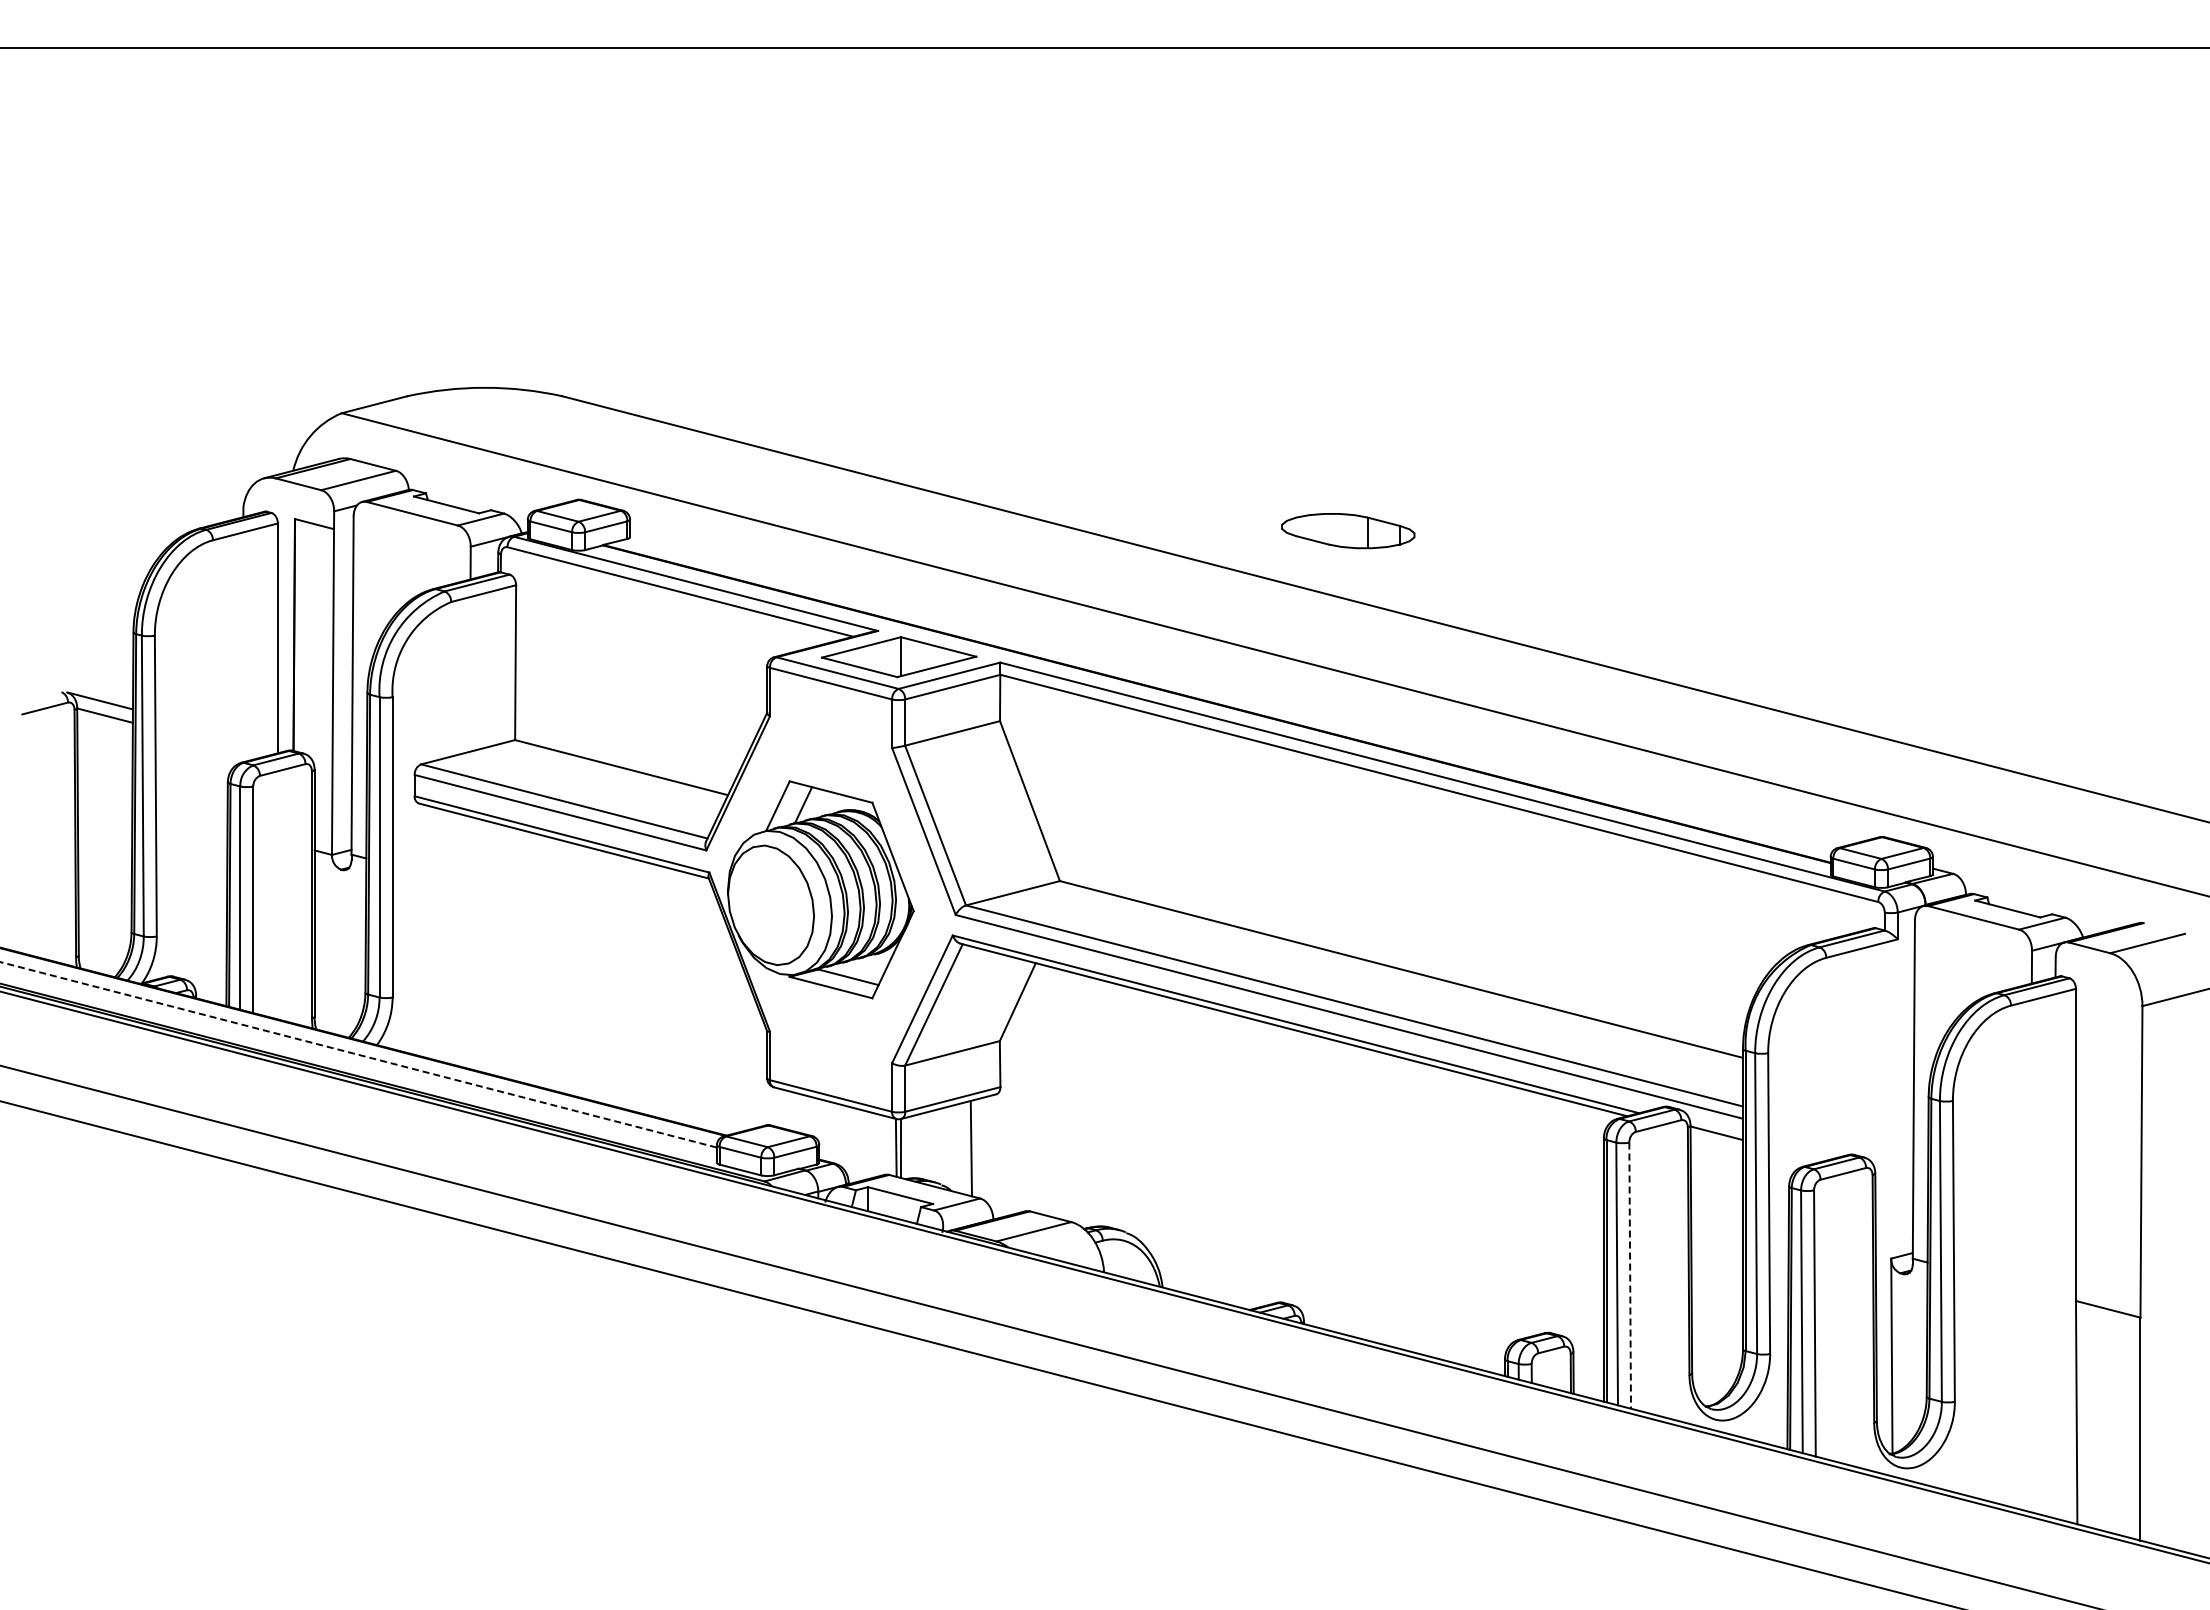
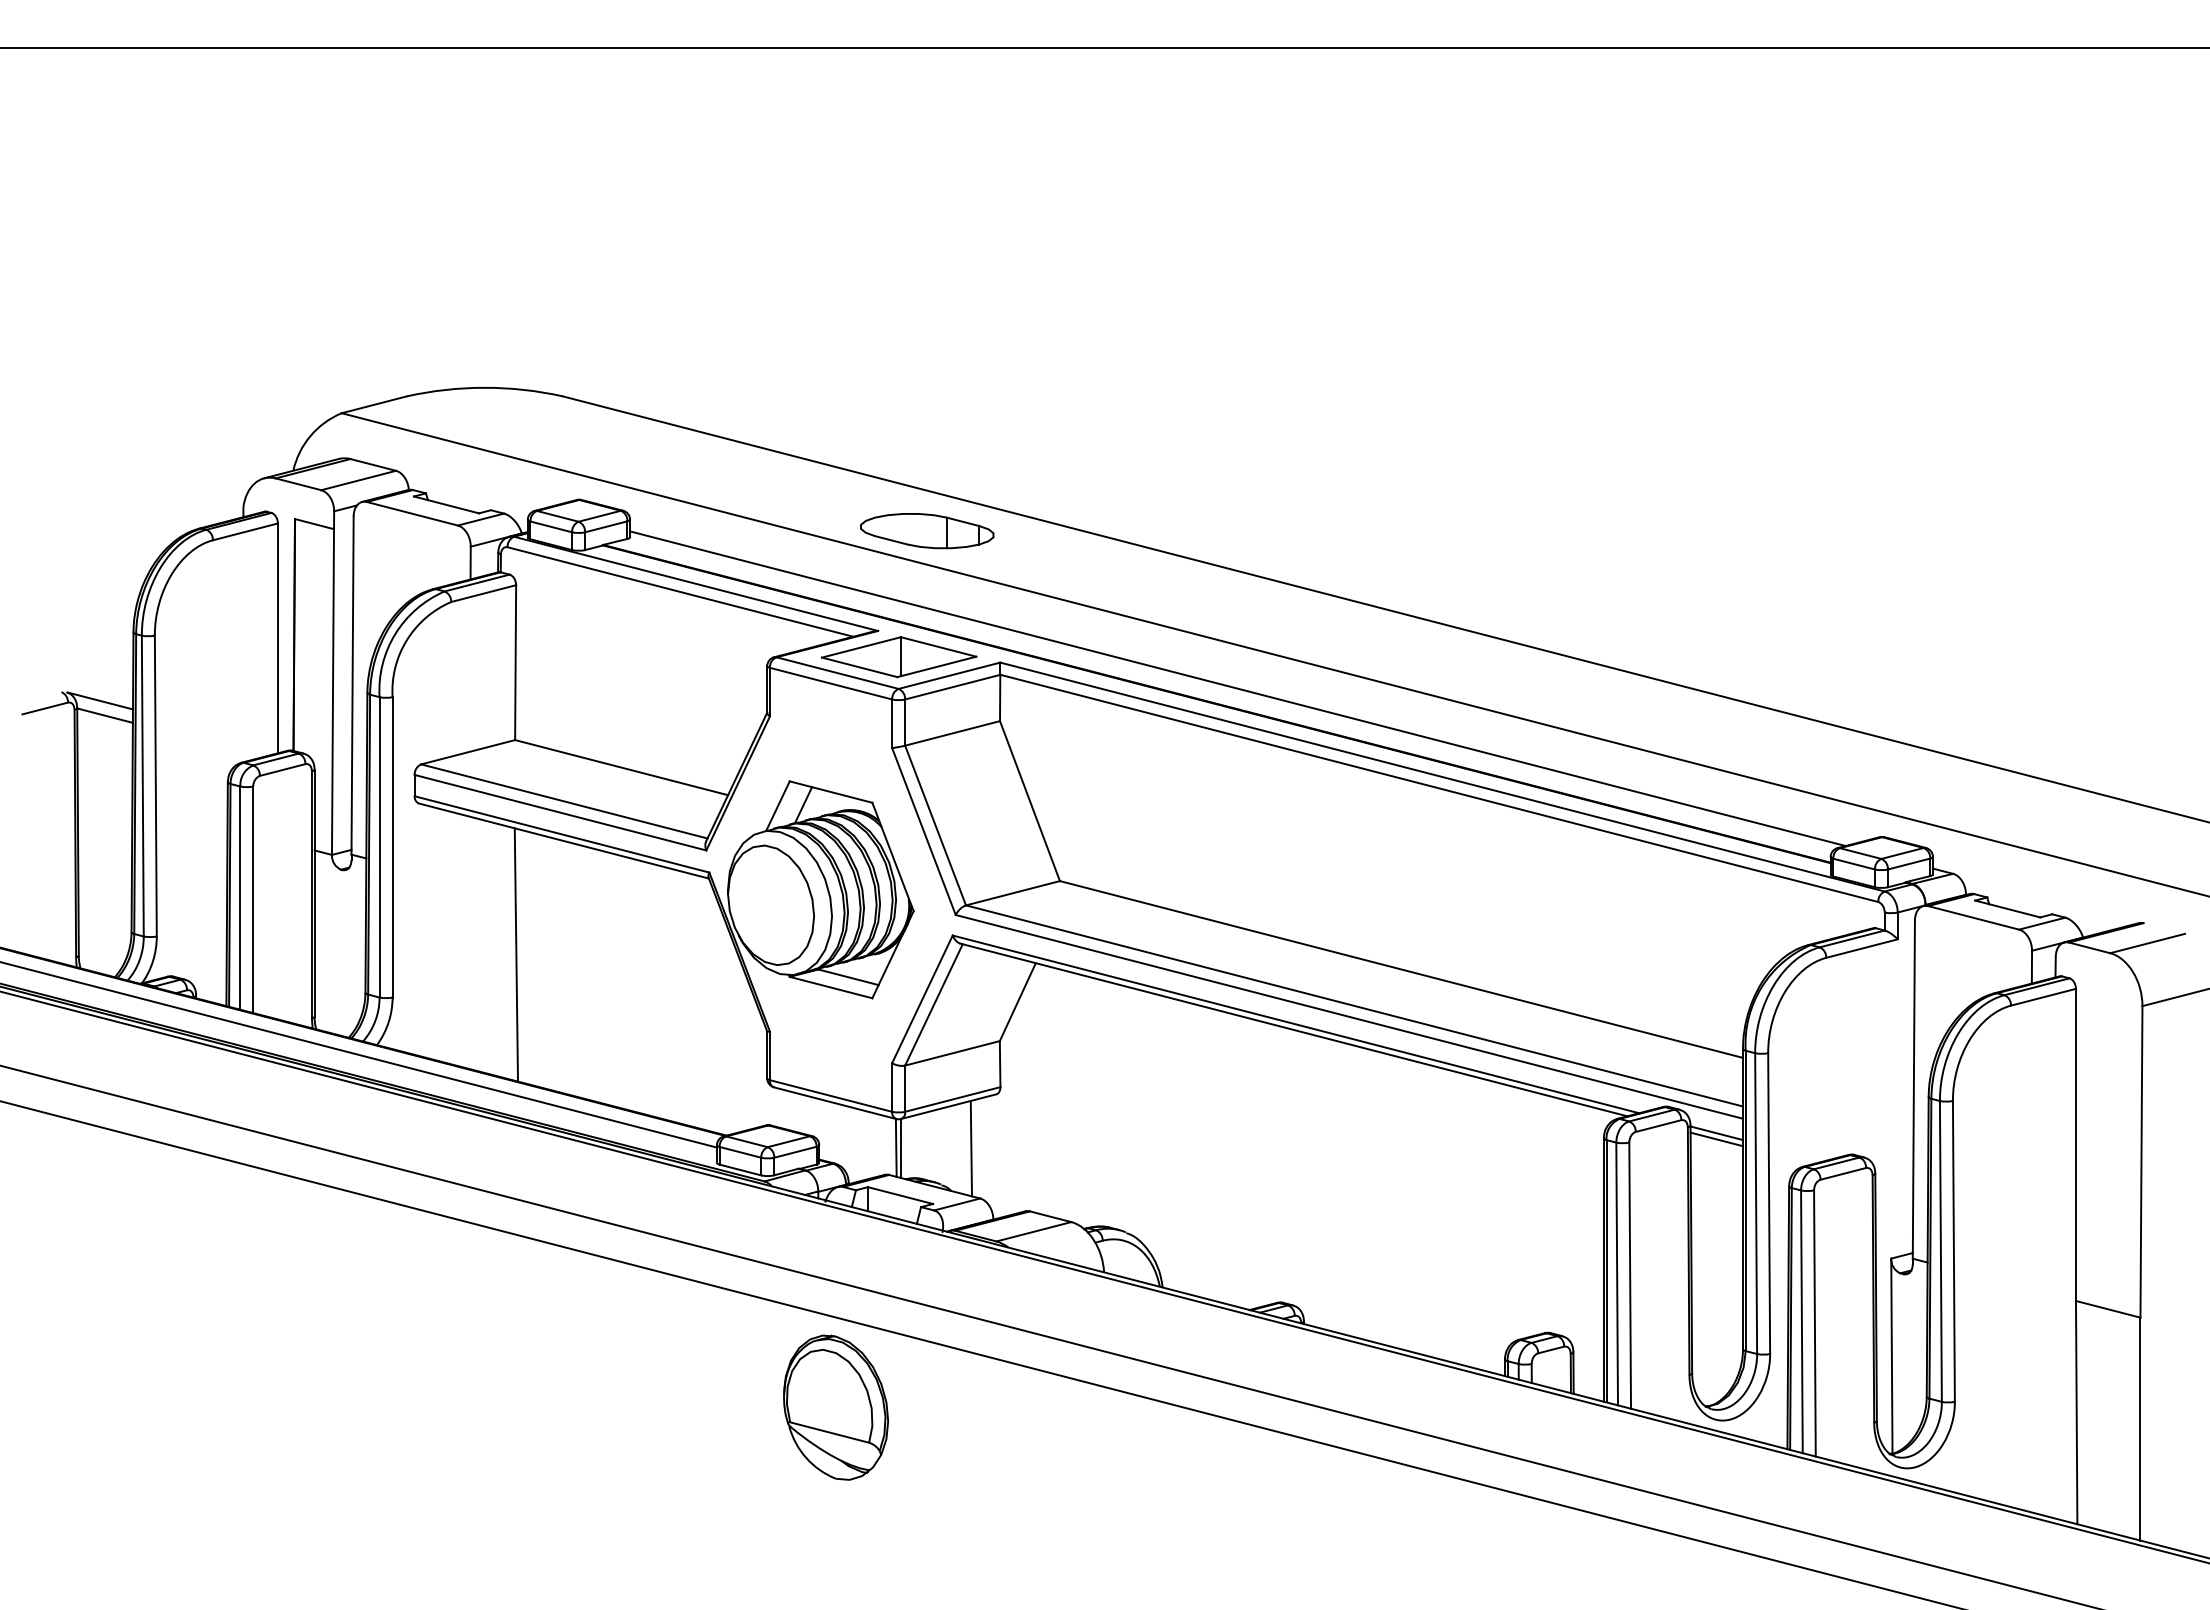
part at (1348, 531) position: (1348, 531) -> (927, 531)
line at (1237, 688): none -> present
line at (516, 954): none -> present
line at (358, 1054): dashed -> solid
line at (1716, 1139): none -> present
line at (1630, 1276): dashed -> solid
part at (836, 1407): none -> present
